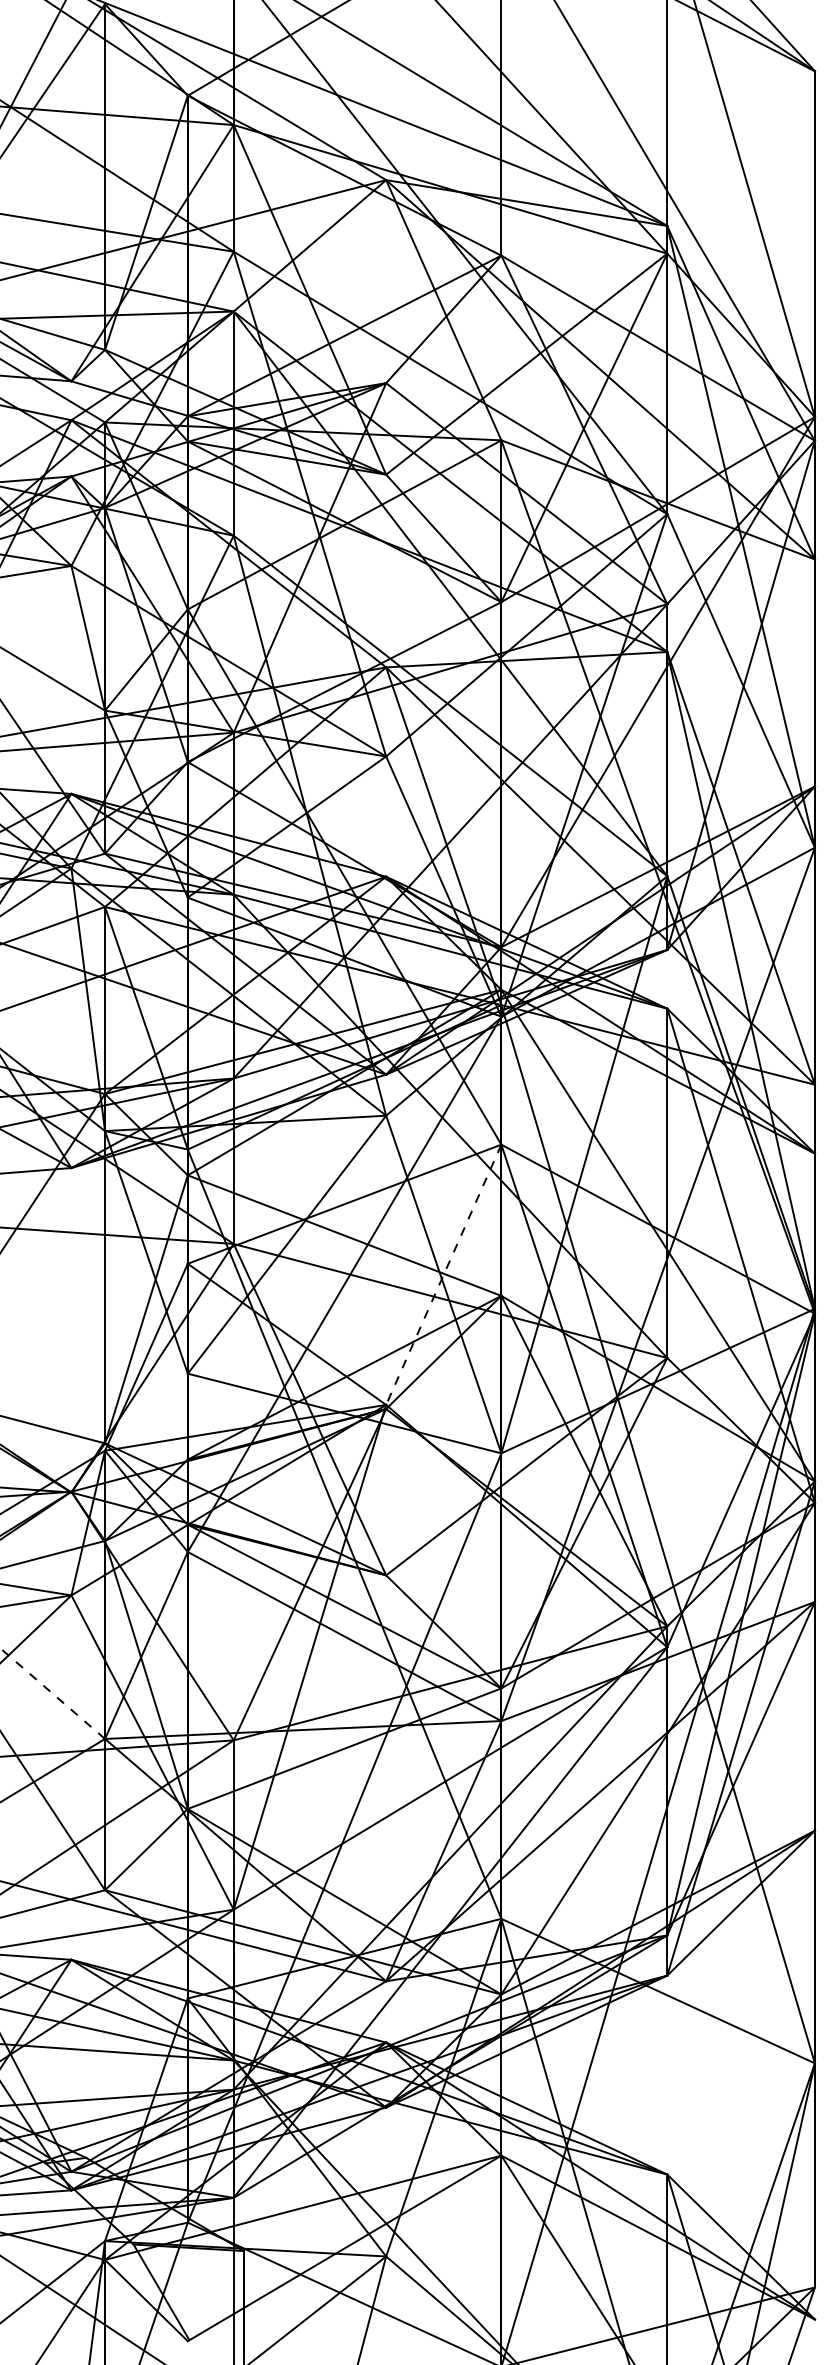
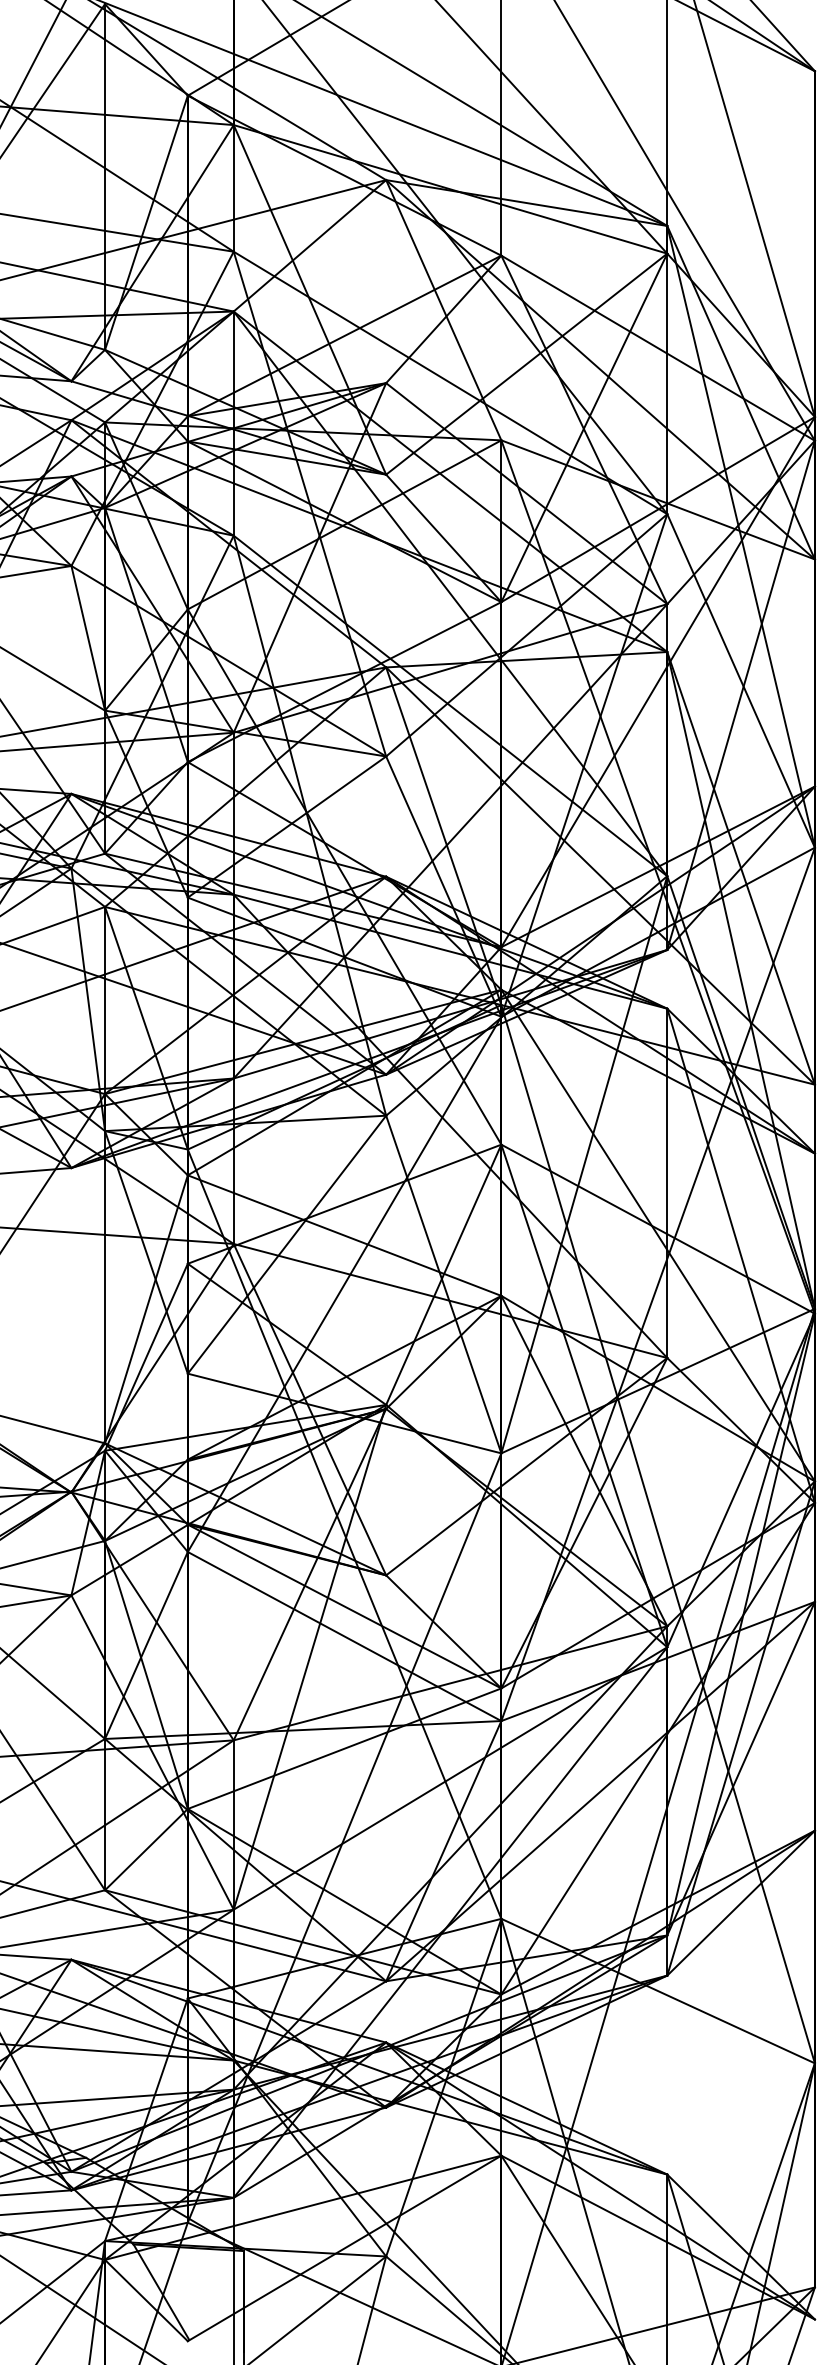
line at (443, 1275): dashed -> solid
line at (52, 1693): dashed -> solid
